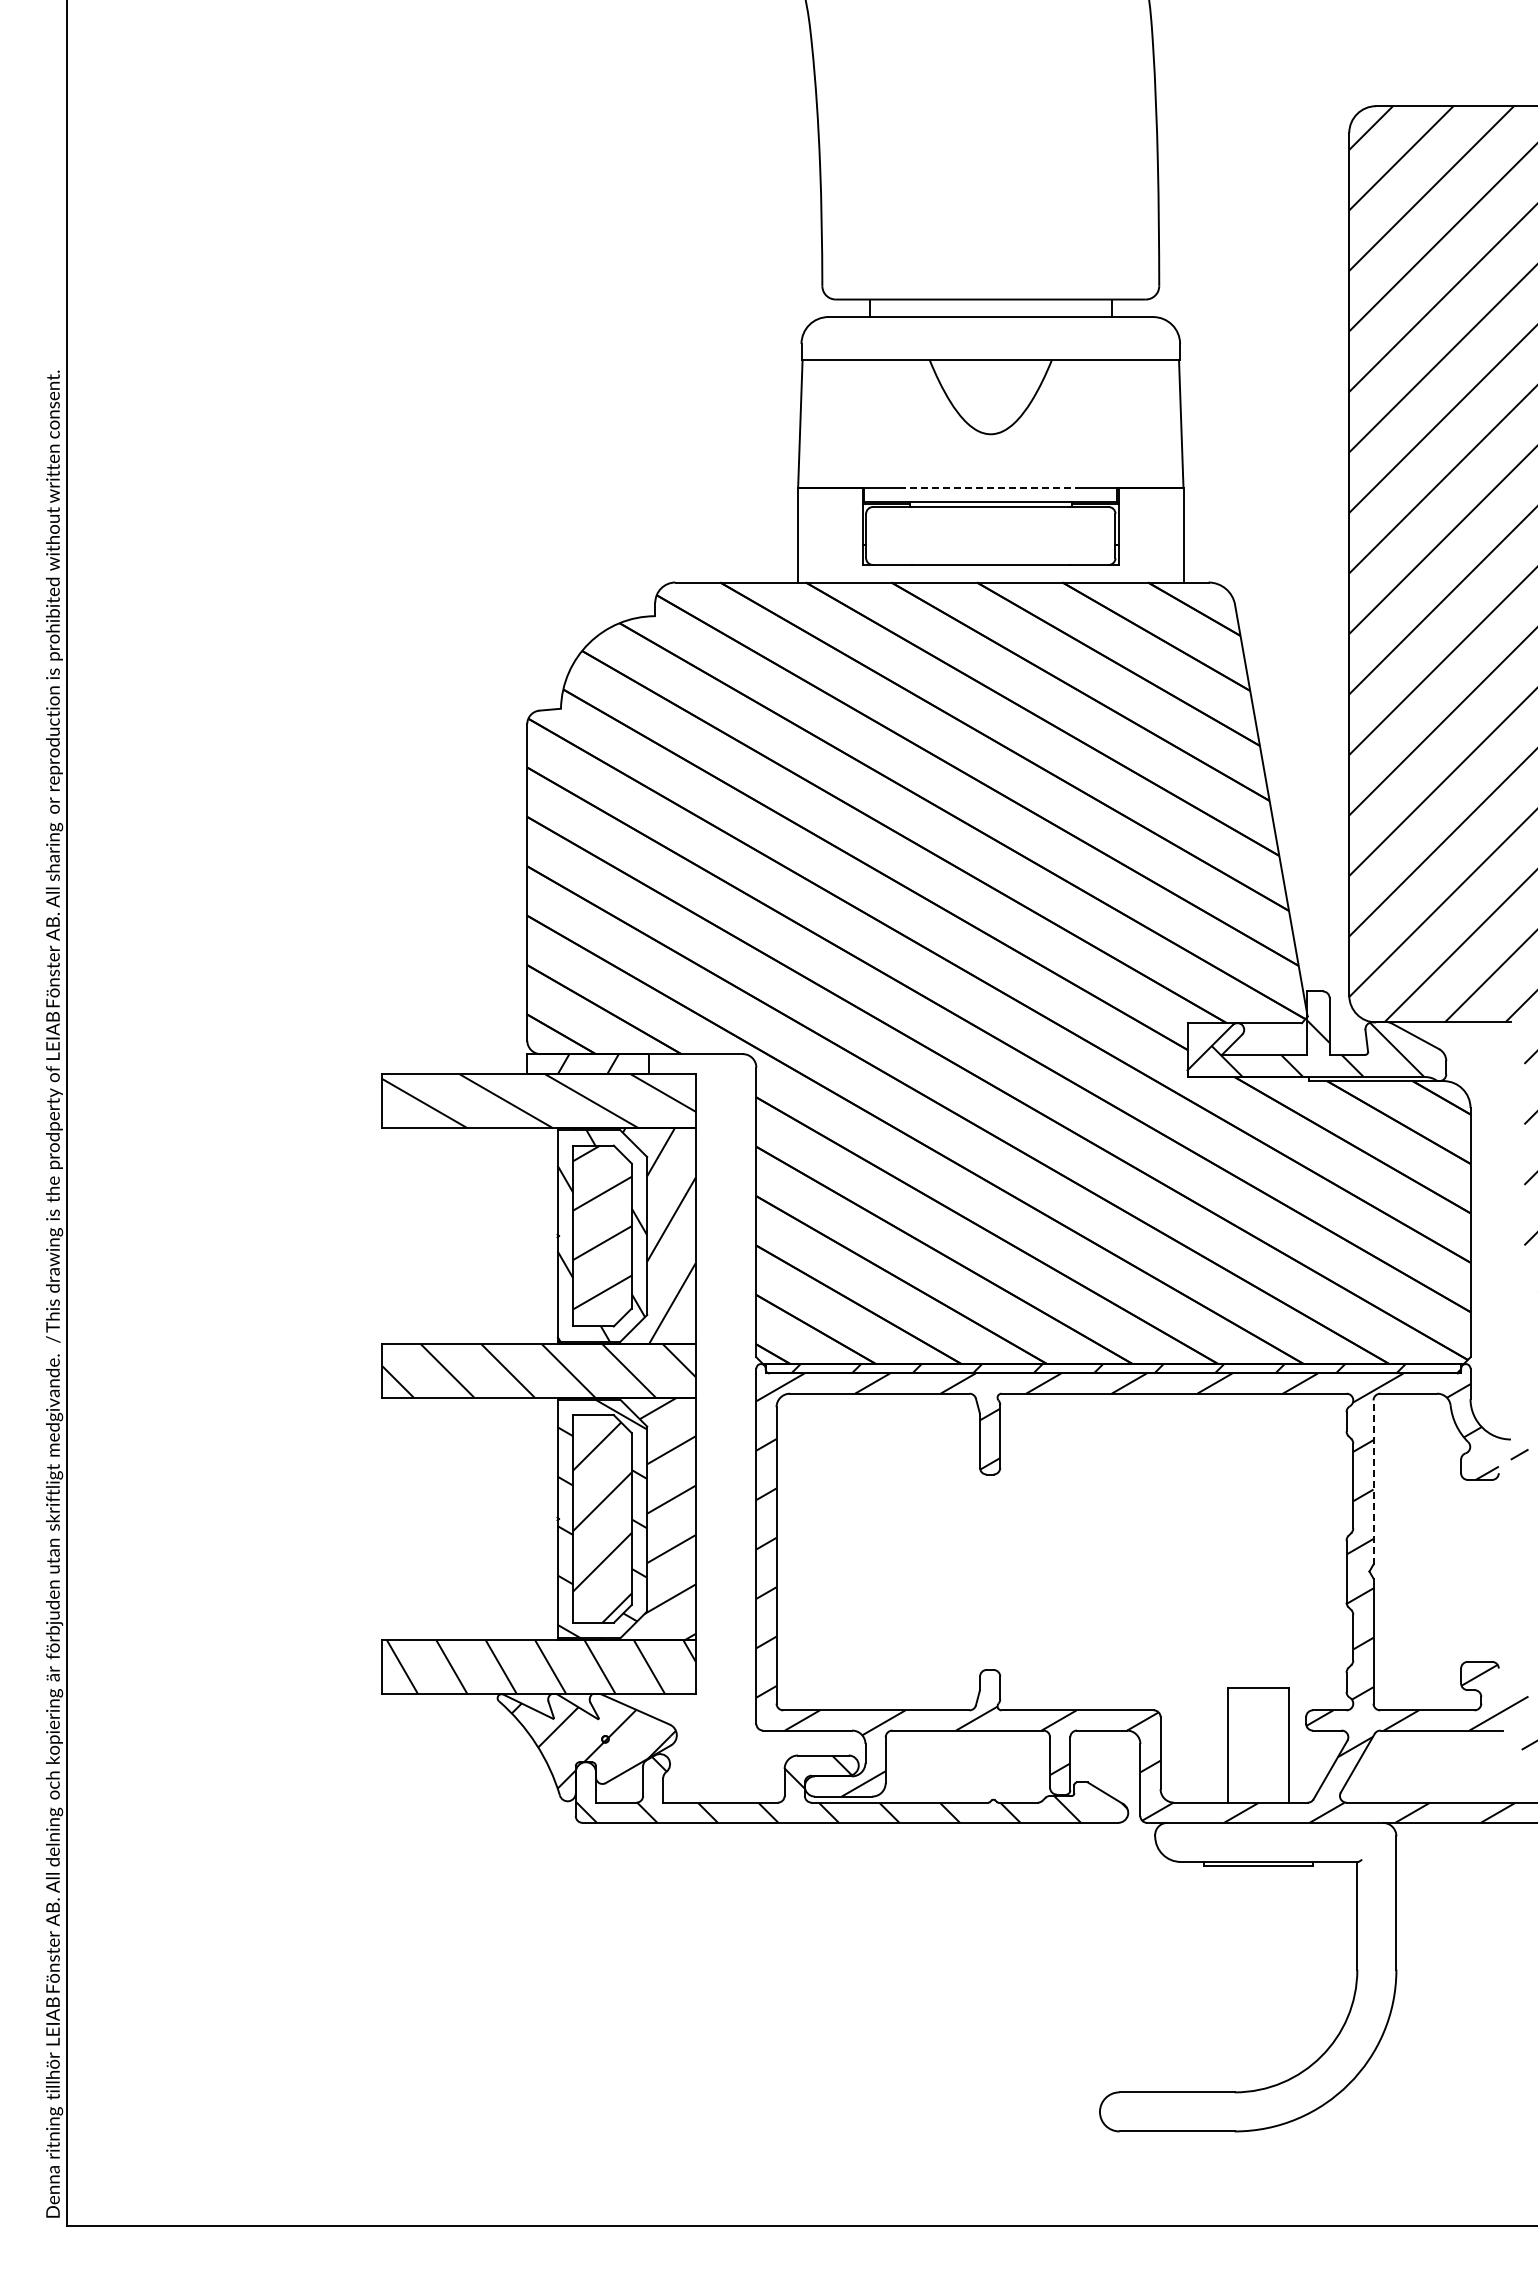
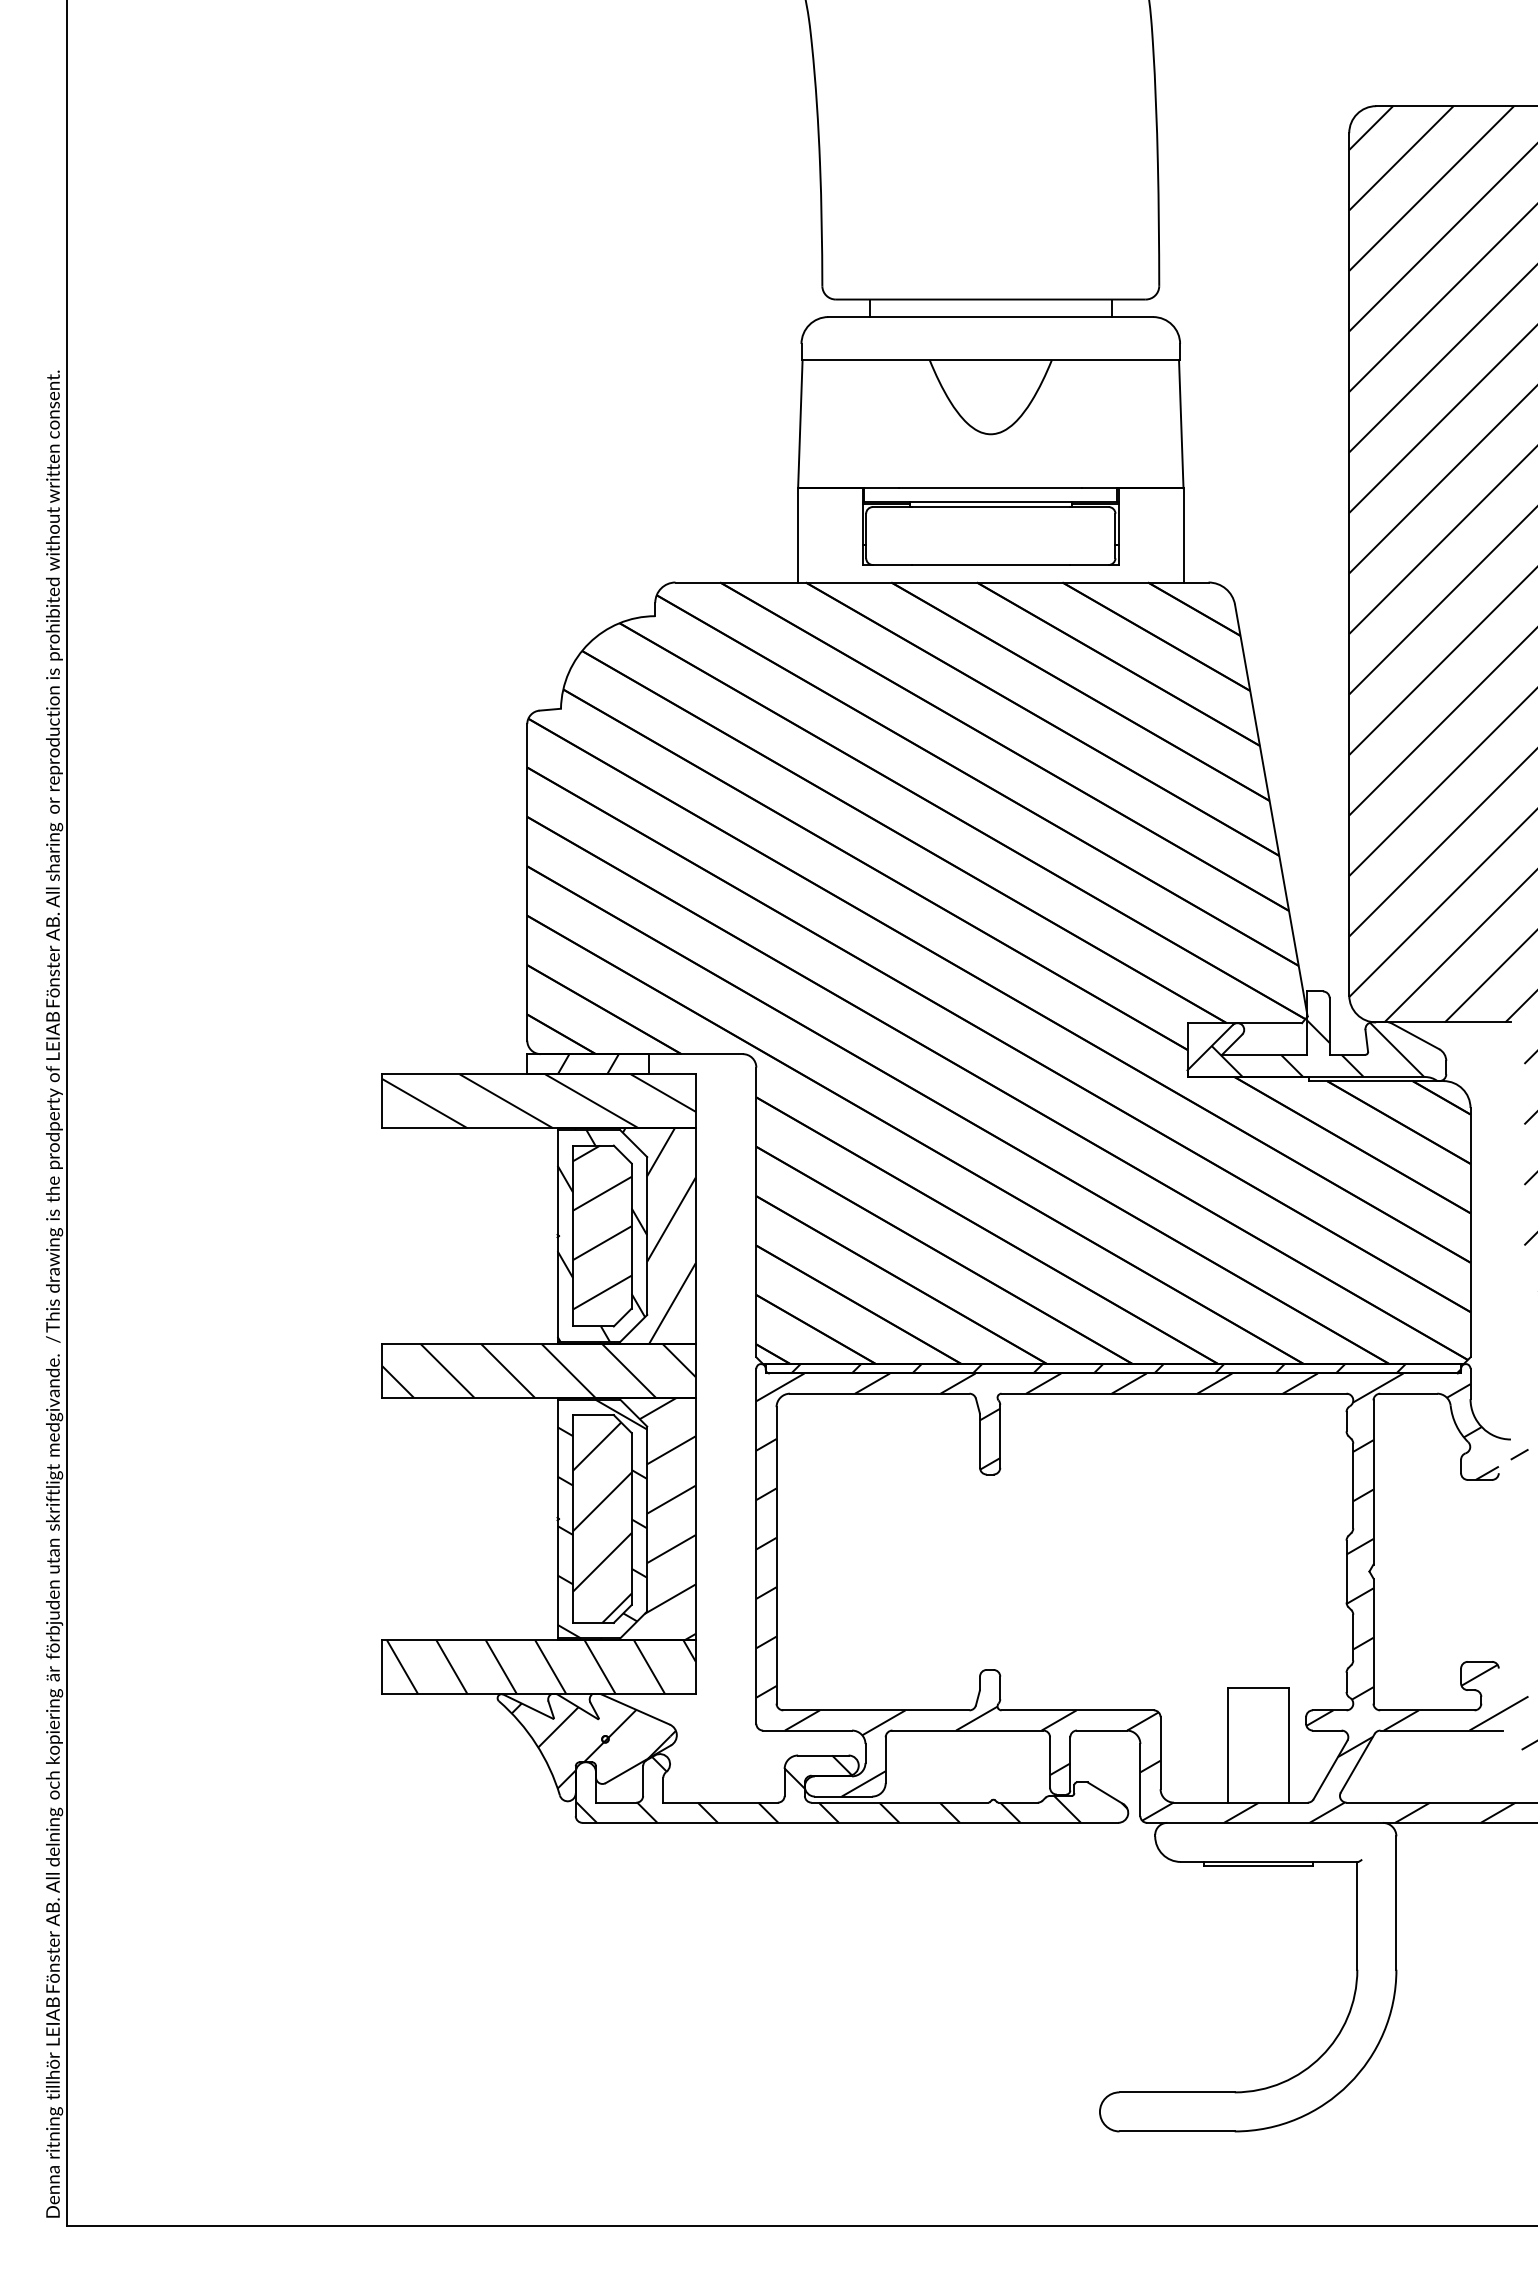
line at (990, 488): dashed -> solid
line at (1373, 1482): dashed -> solid
